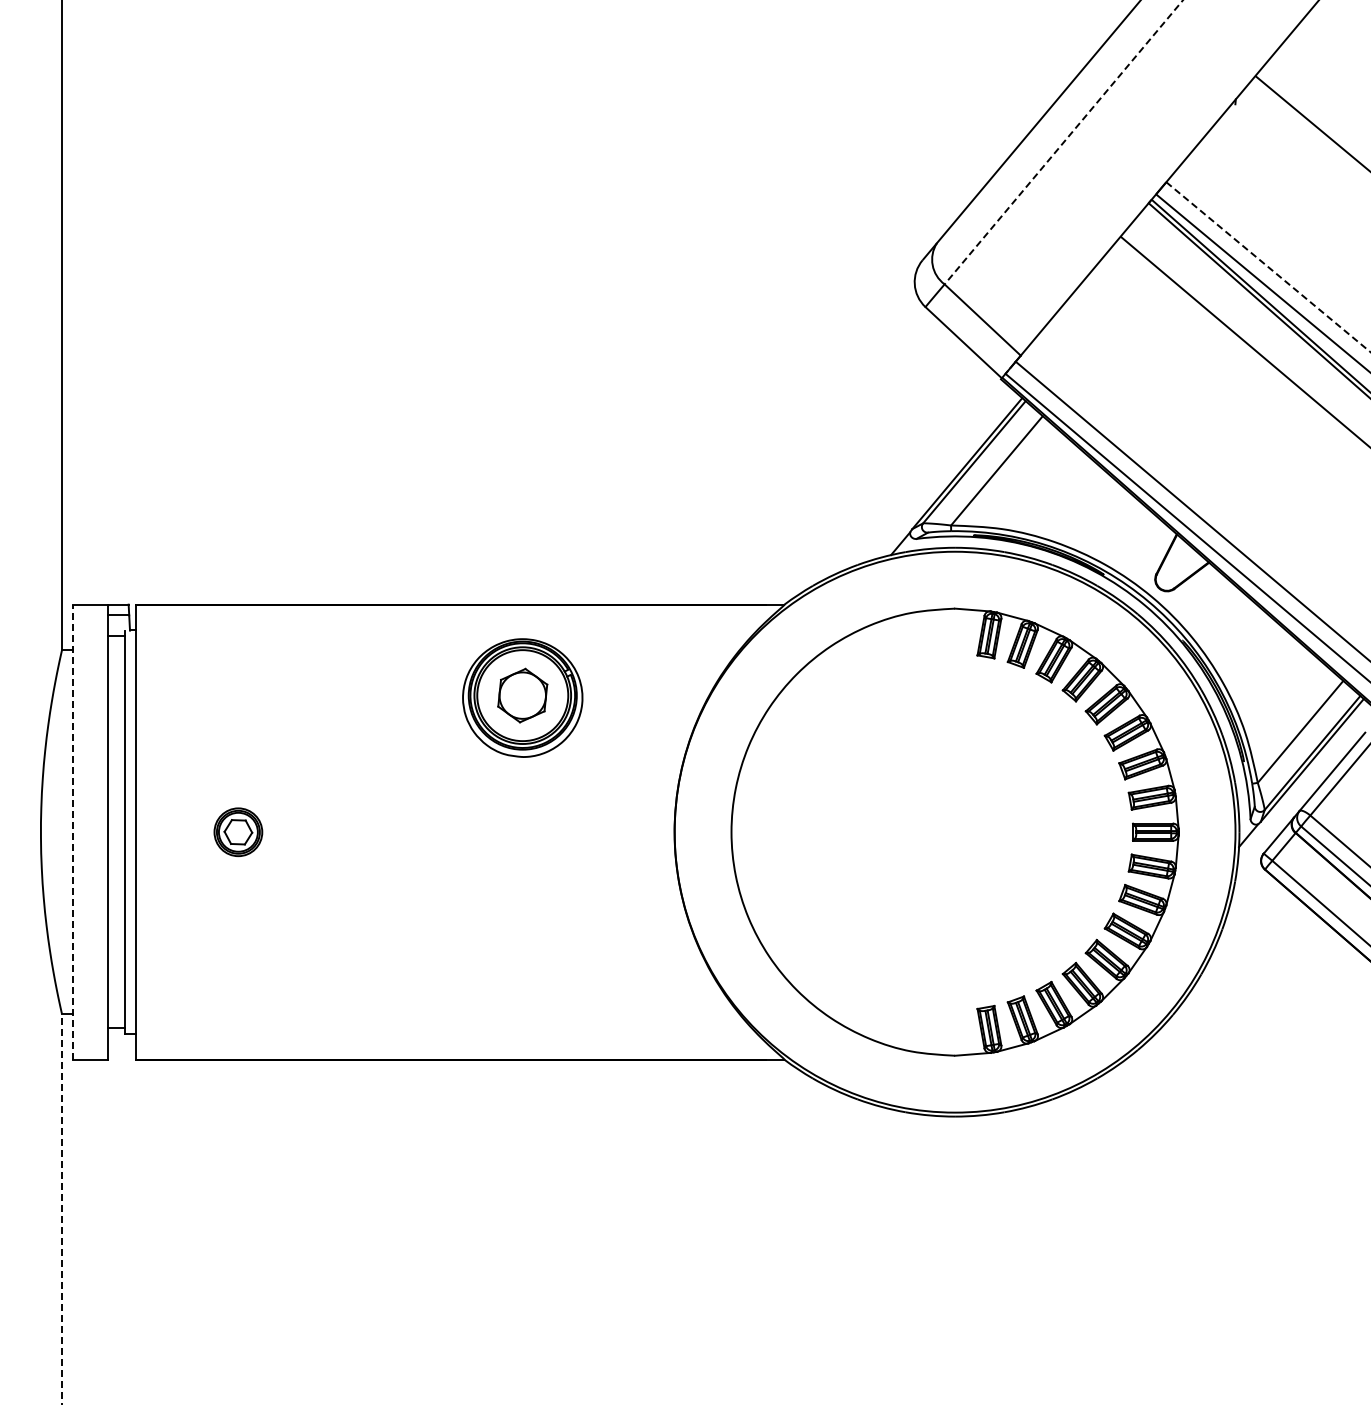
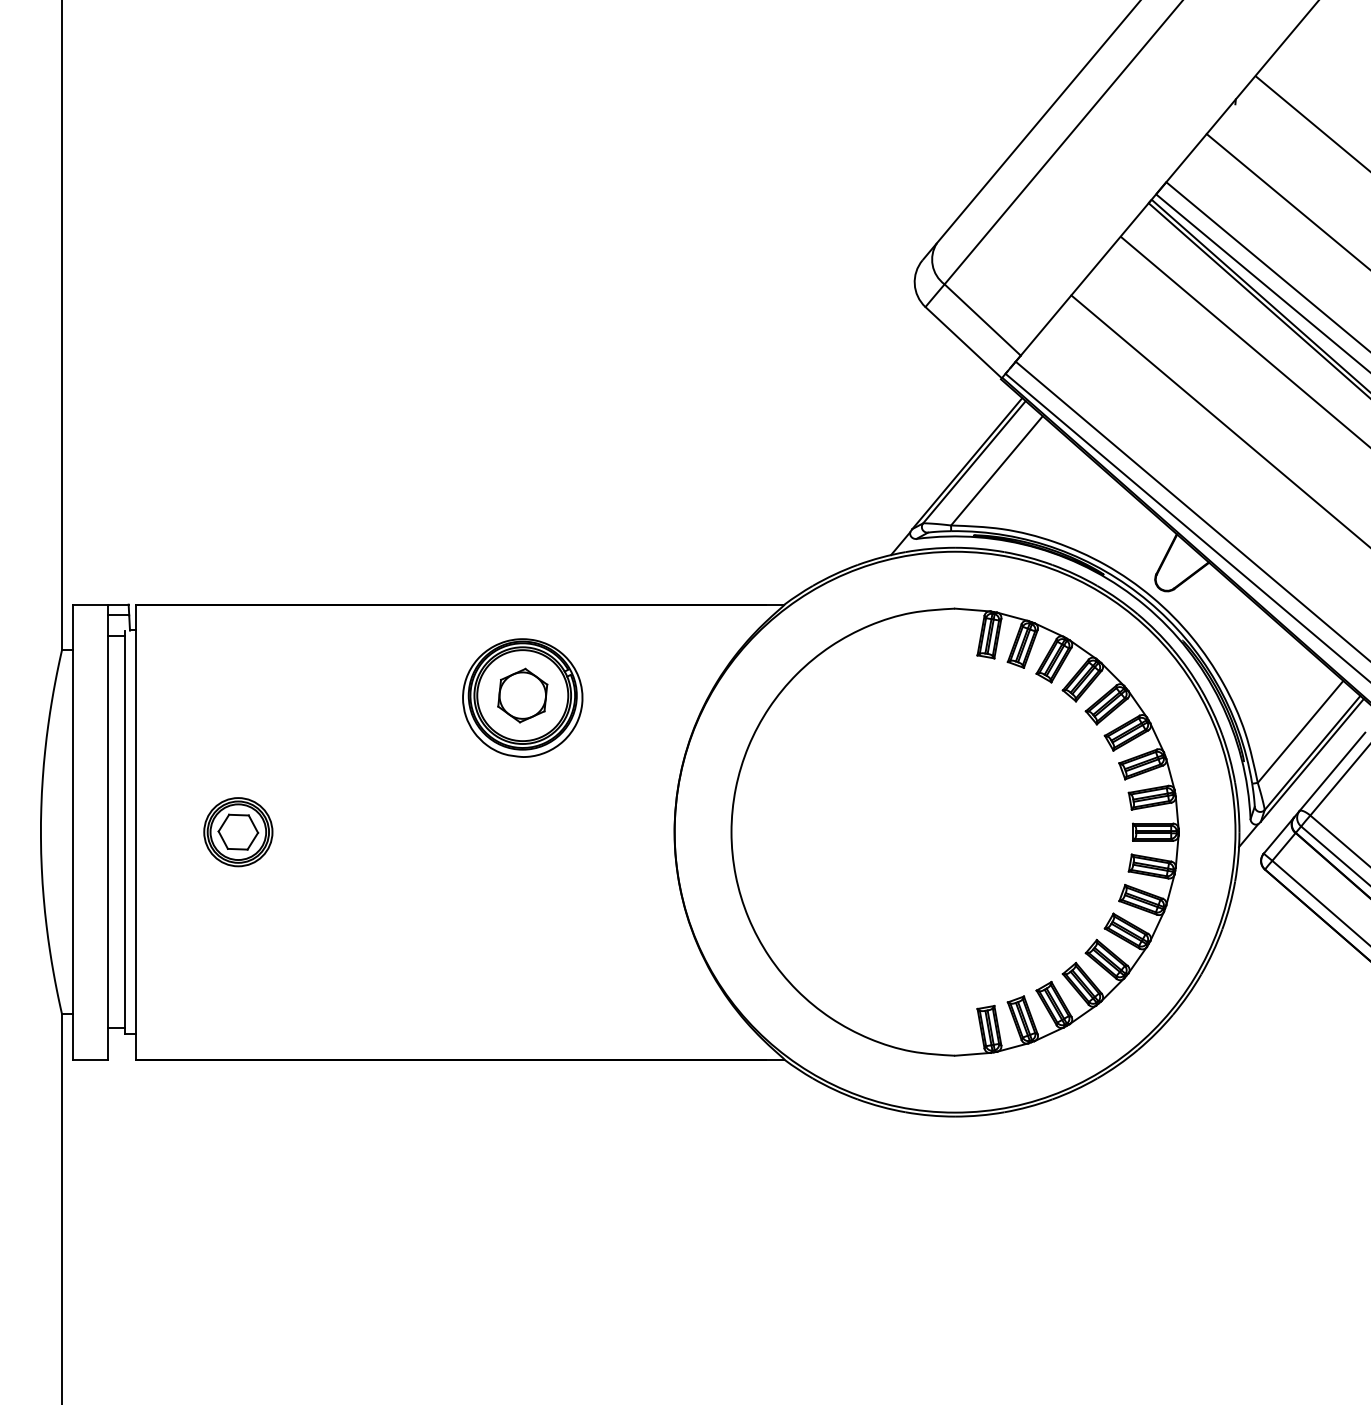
line at (1063, 142): dashed -> solid
line at (1286, 200): none -> present
line at (1268, 267): dashed -> solid
line at (1219, 420): none -> present
line at (73, 832): dashed -> solid
part at (238, 832) size: 51x51 px -> 71x71 px
line at (62, 1209): dashed -> solid
